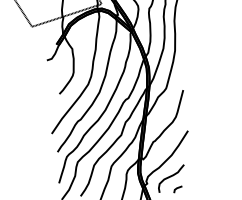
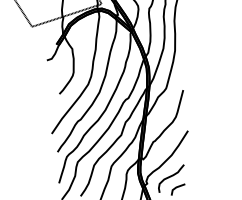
part at (177, 189) size: 10x9 px -> 16x13 px
